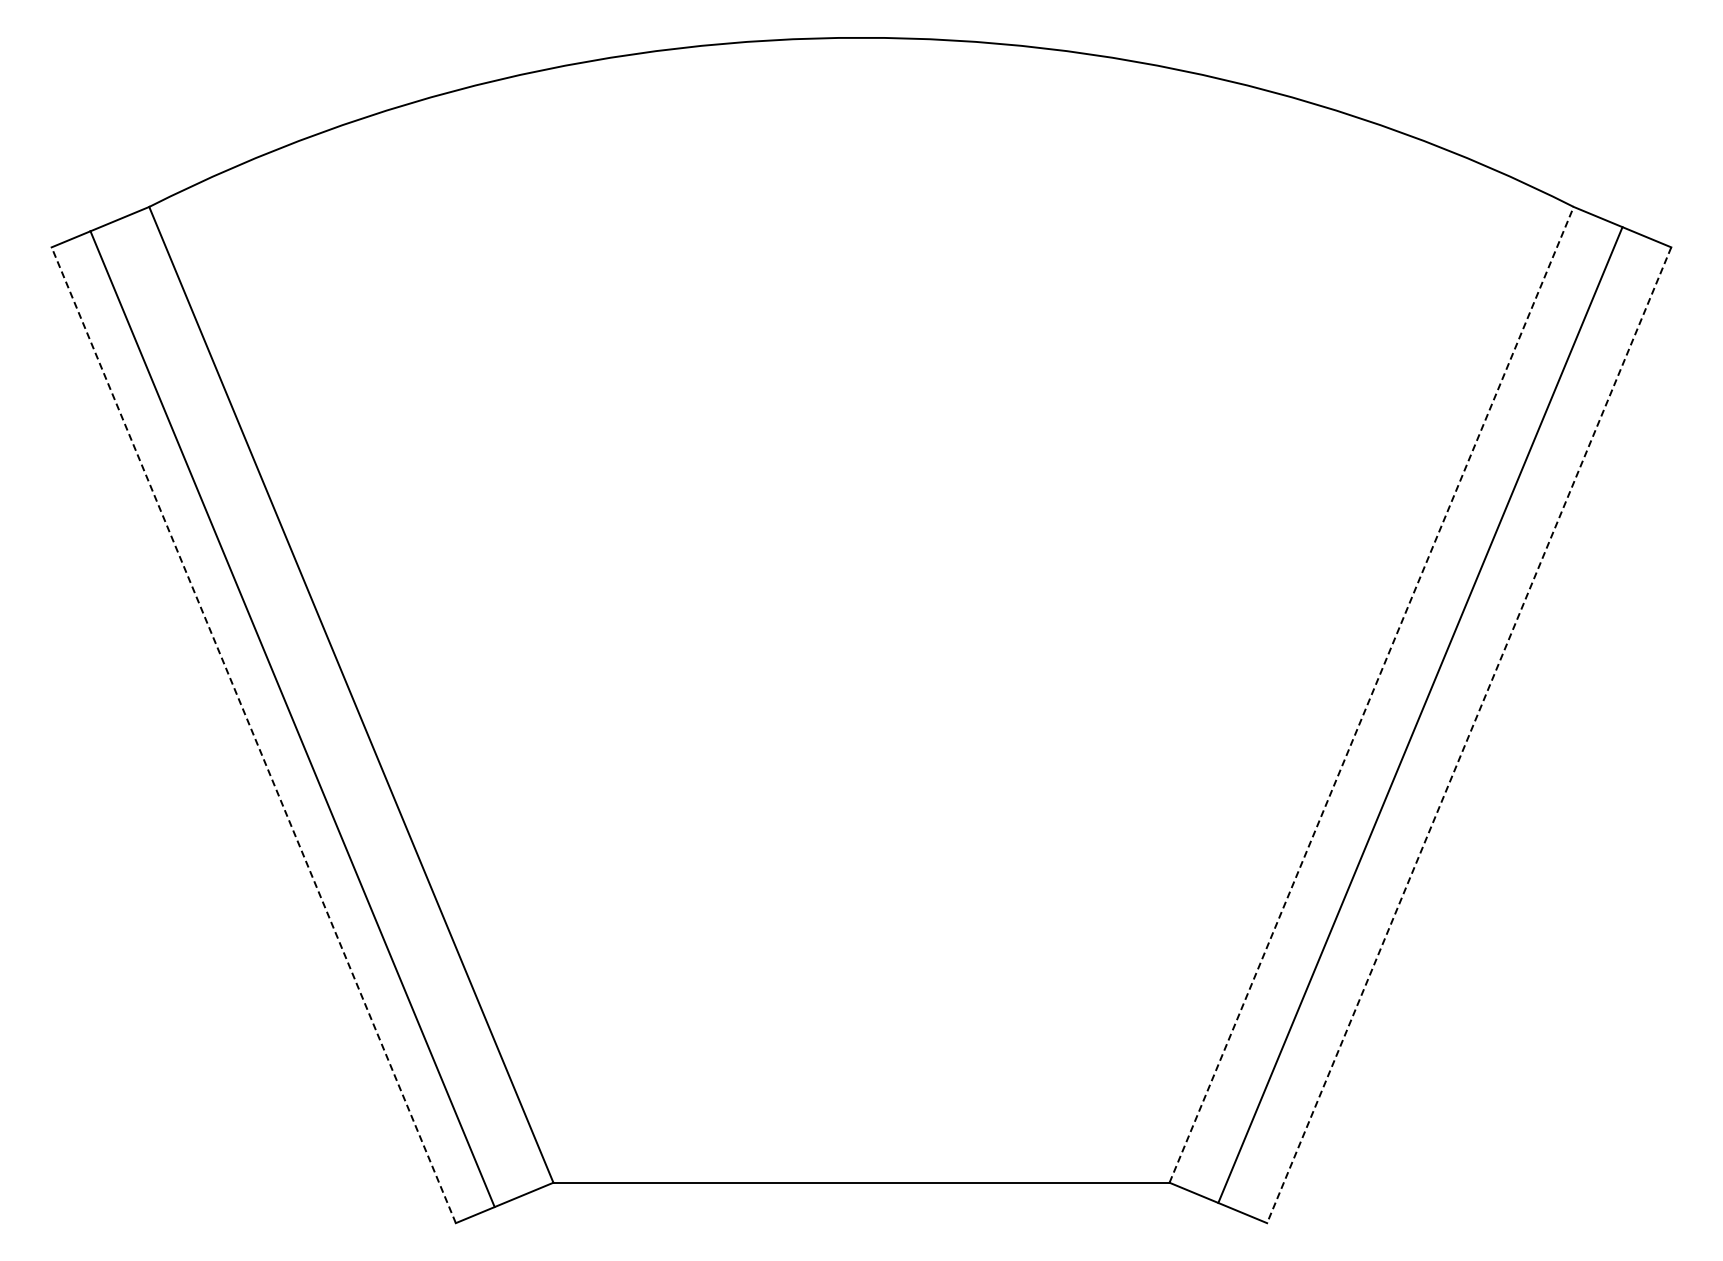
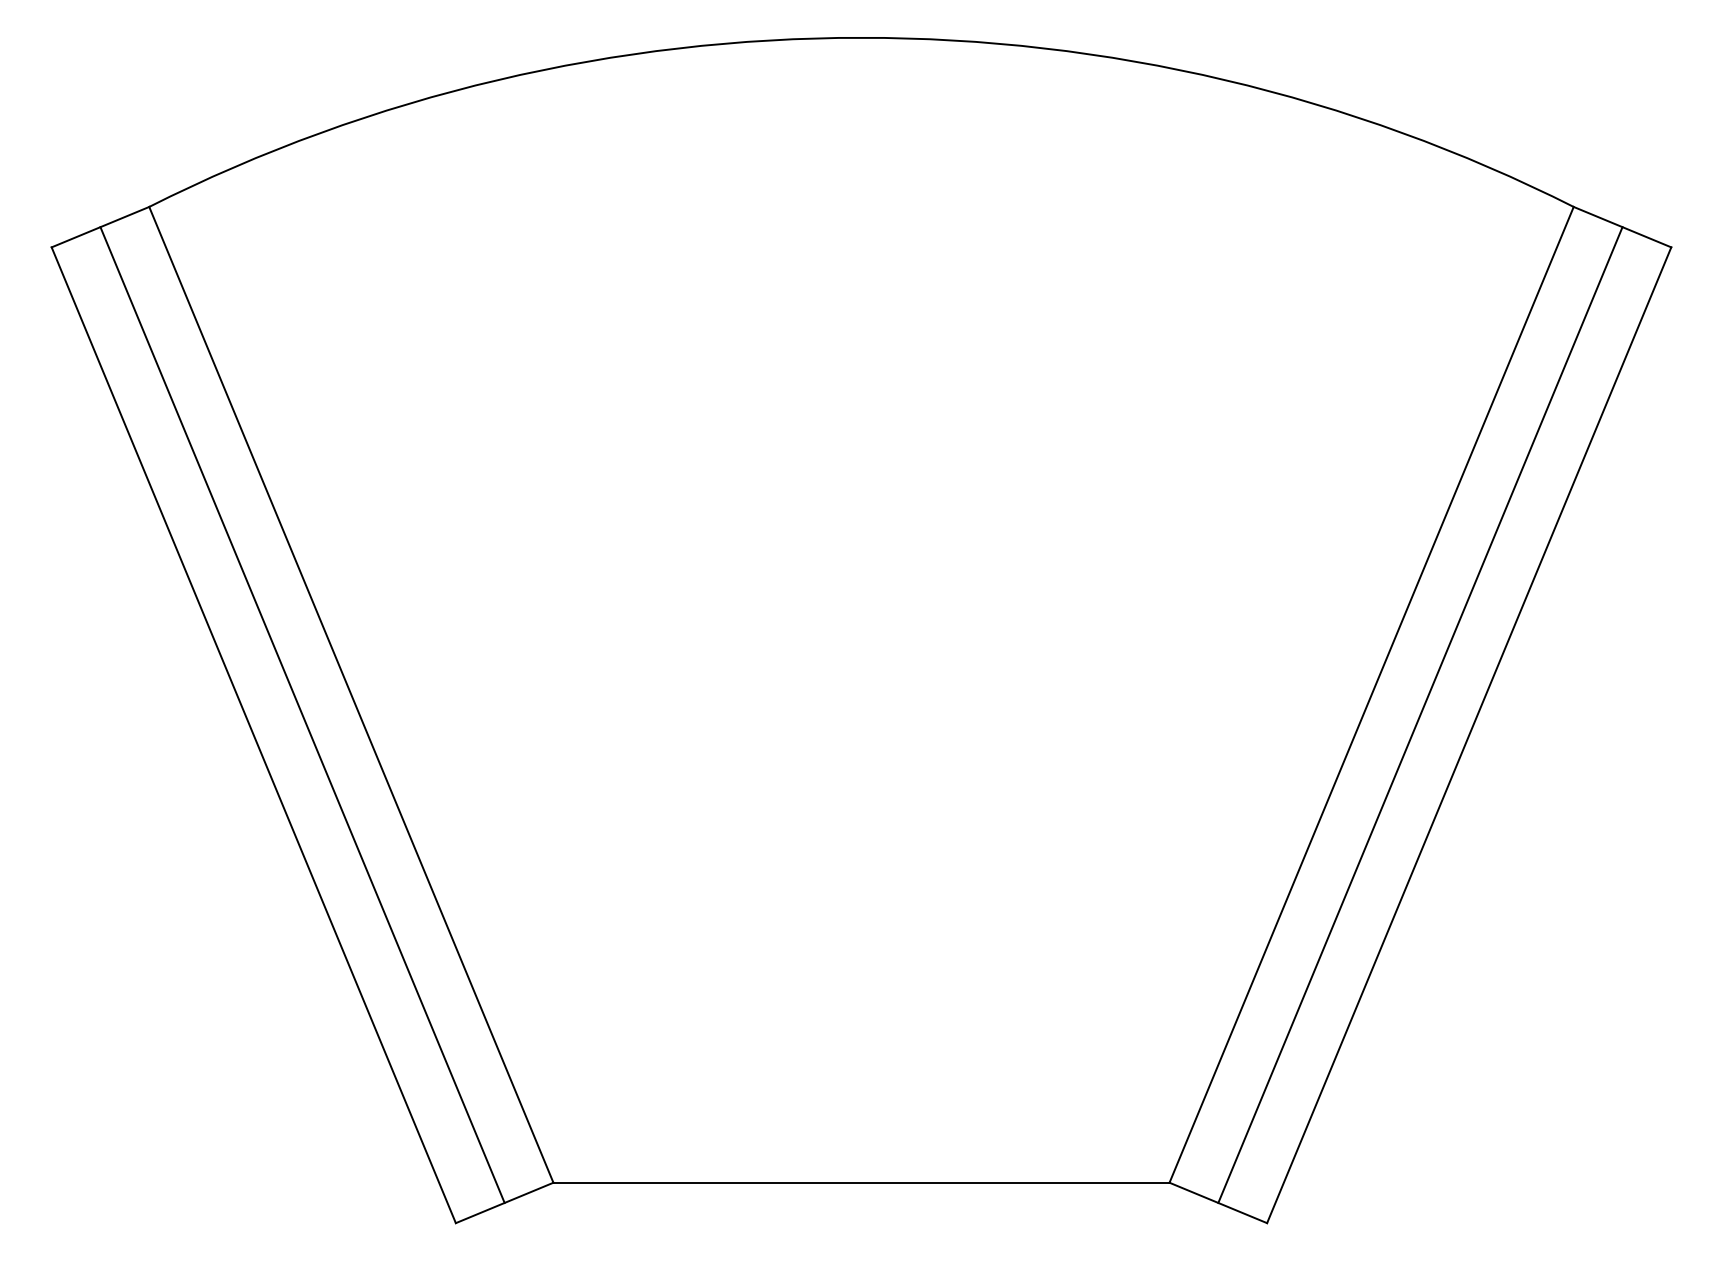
line at (1371, 694): dashed -> solid
line at (292, 718) position: (292, 718) -> (302, 714)
line at (253, 734): dashed -> solid
line at (1469, 735): dashed -> solid
